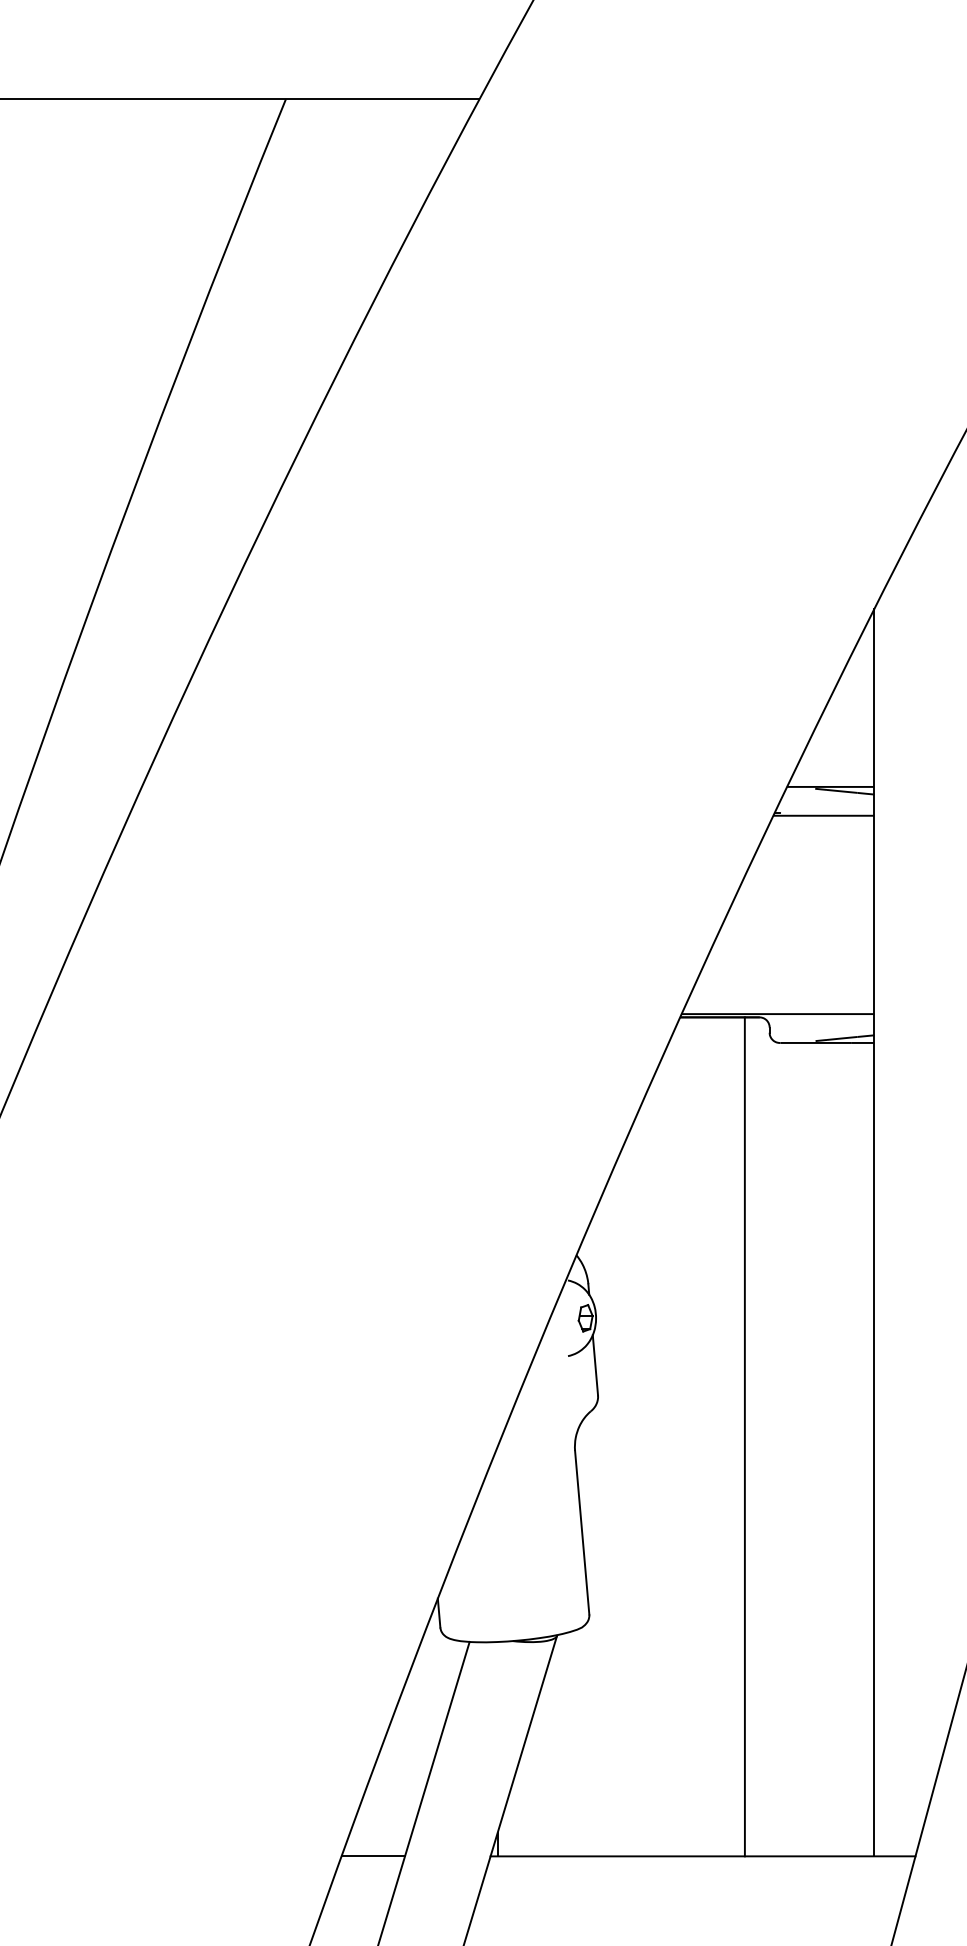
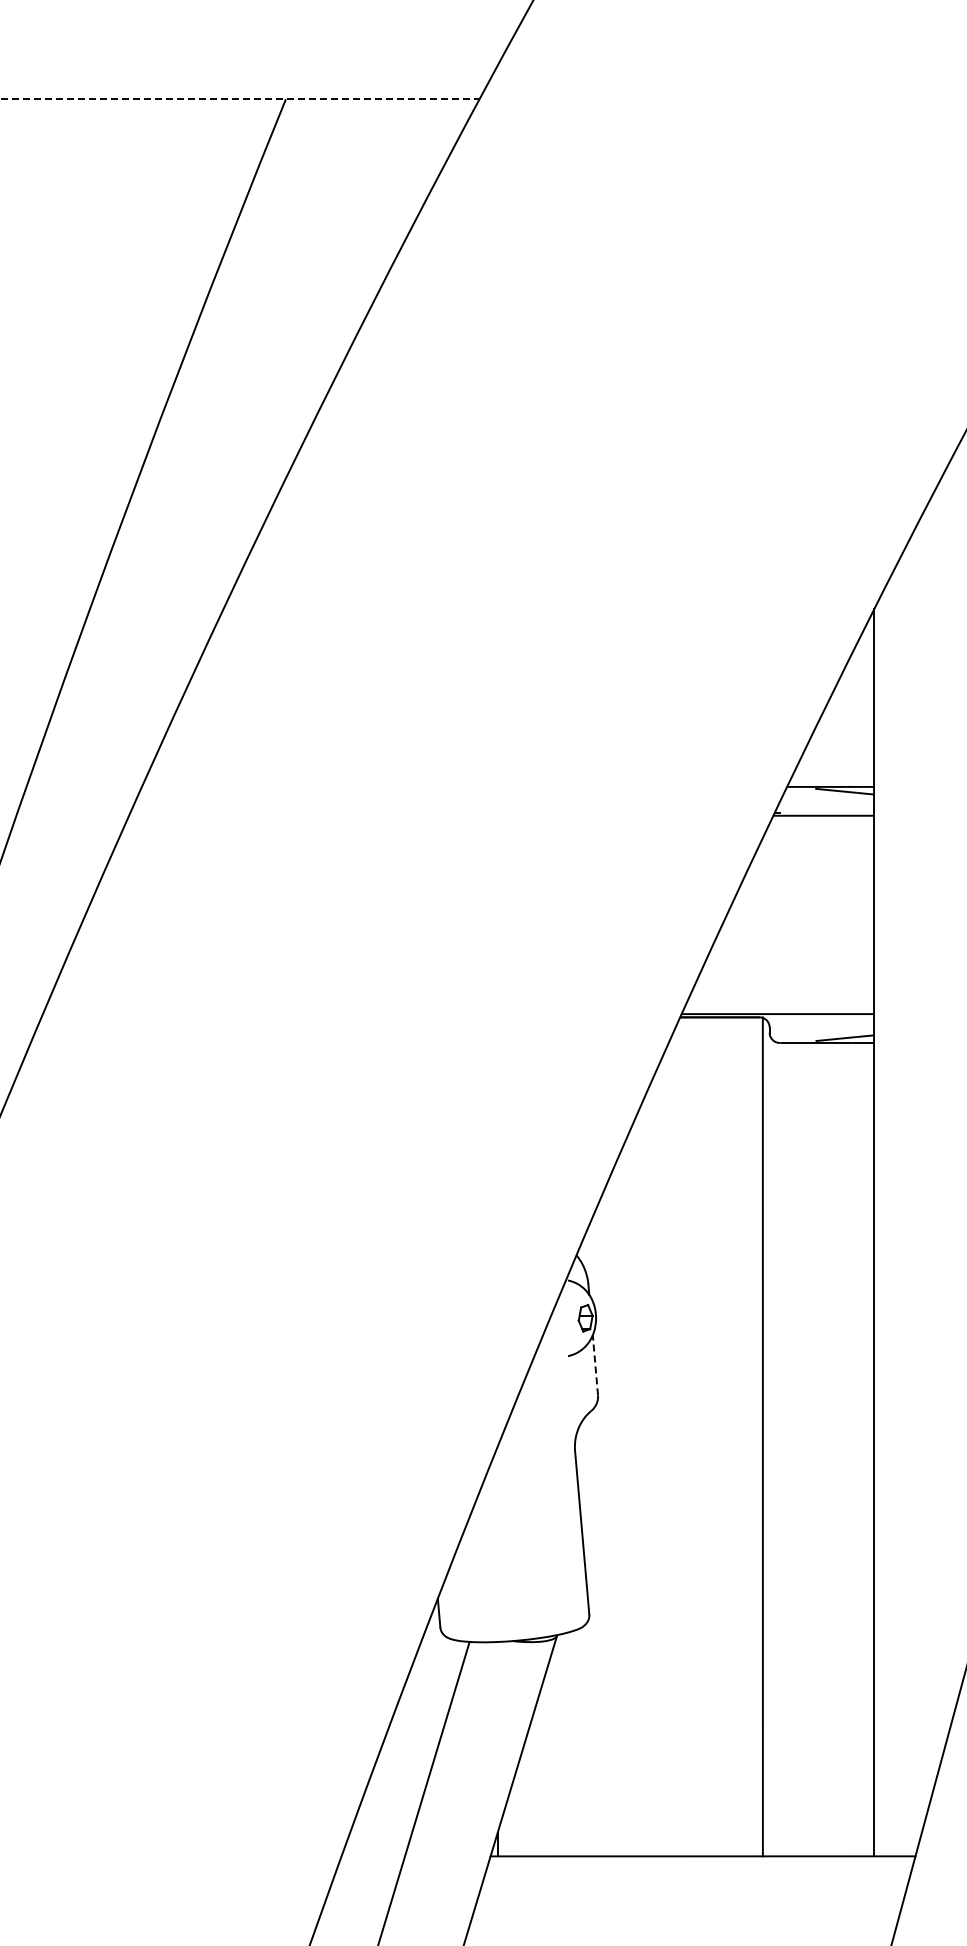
line at (240, 99): solid -> dashed
line at (595, 1364): solid -> dashed
line at (744, 1436) position: (744, 1436) -> (762, 1436)
line at (373, 1856): present -> none
